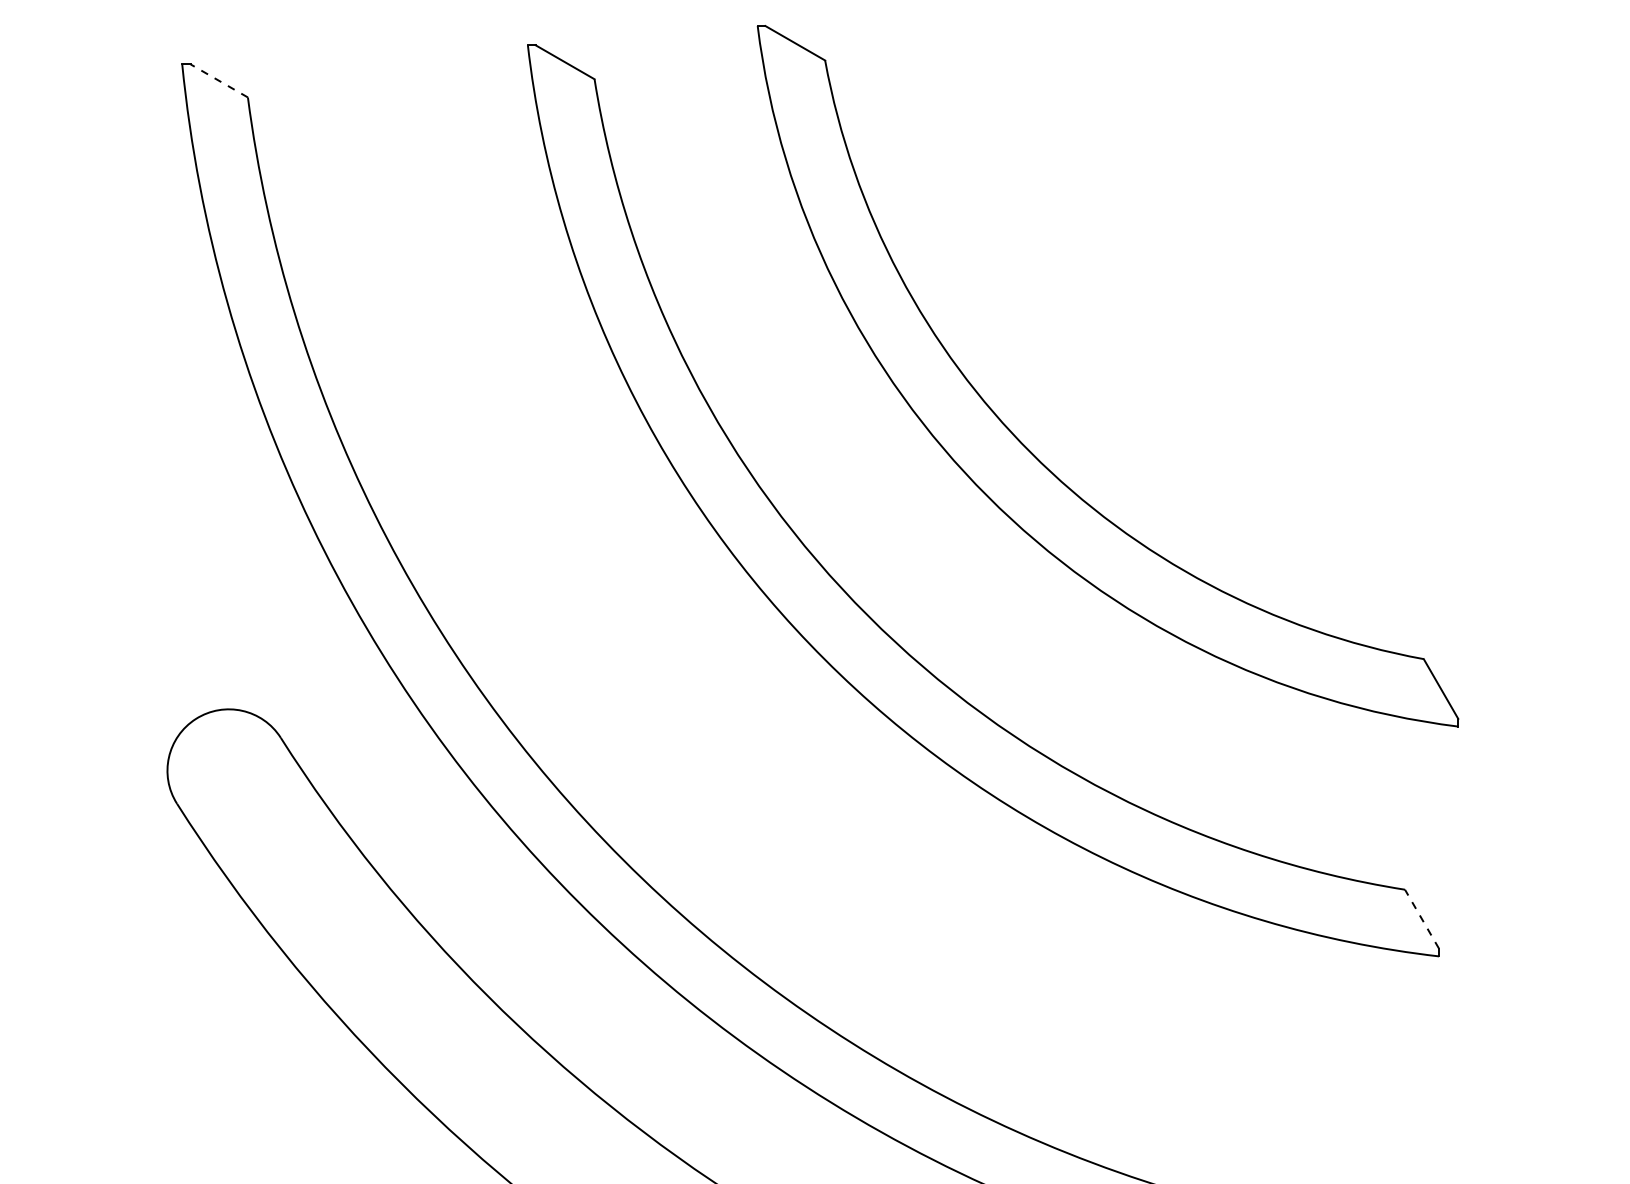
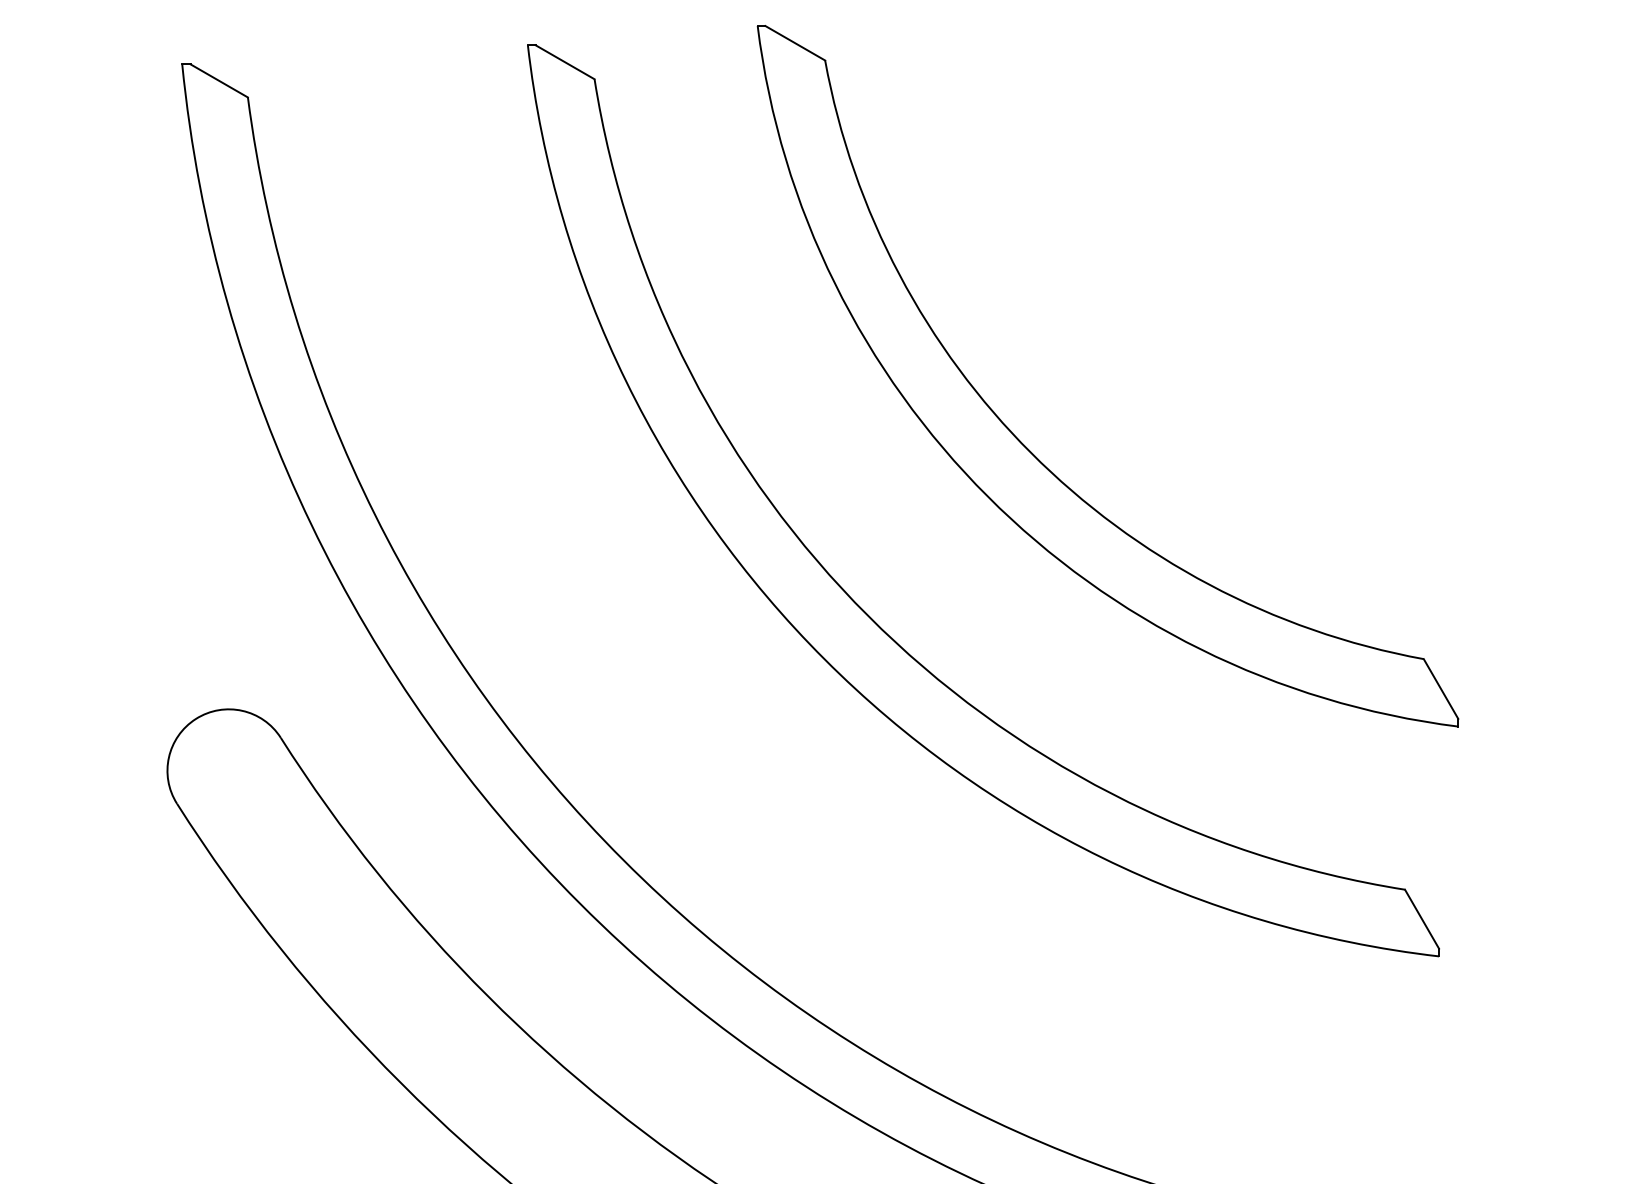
line at (218, 80): dashed -> solid
line at (1421, 918): dashed -> solid
